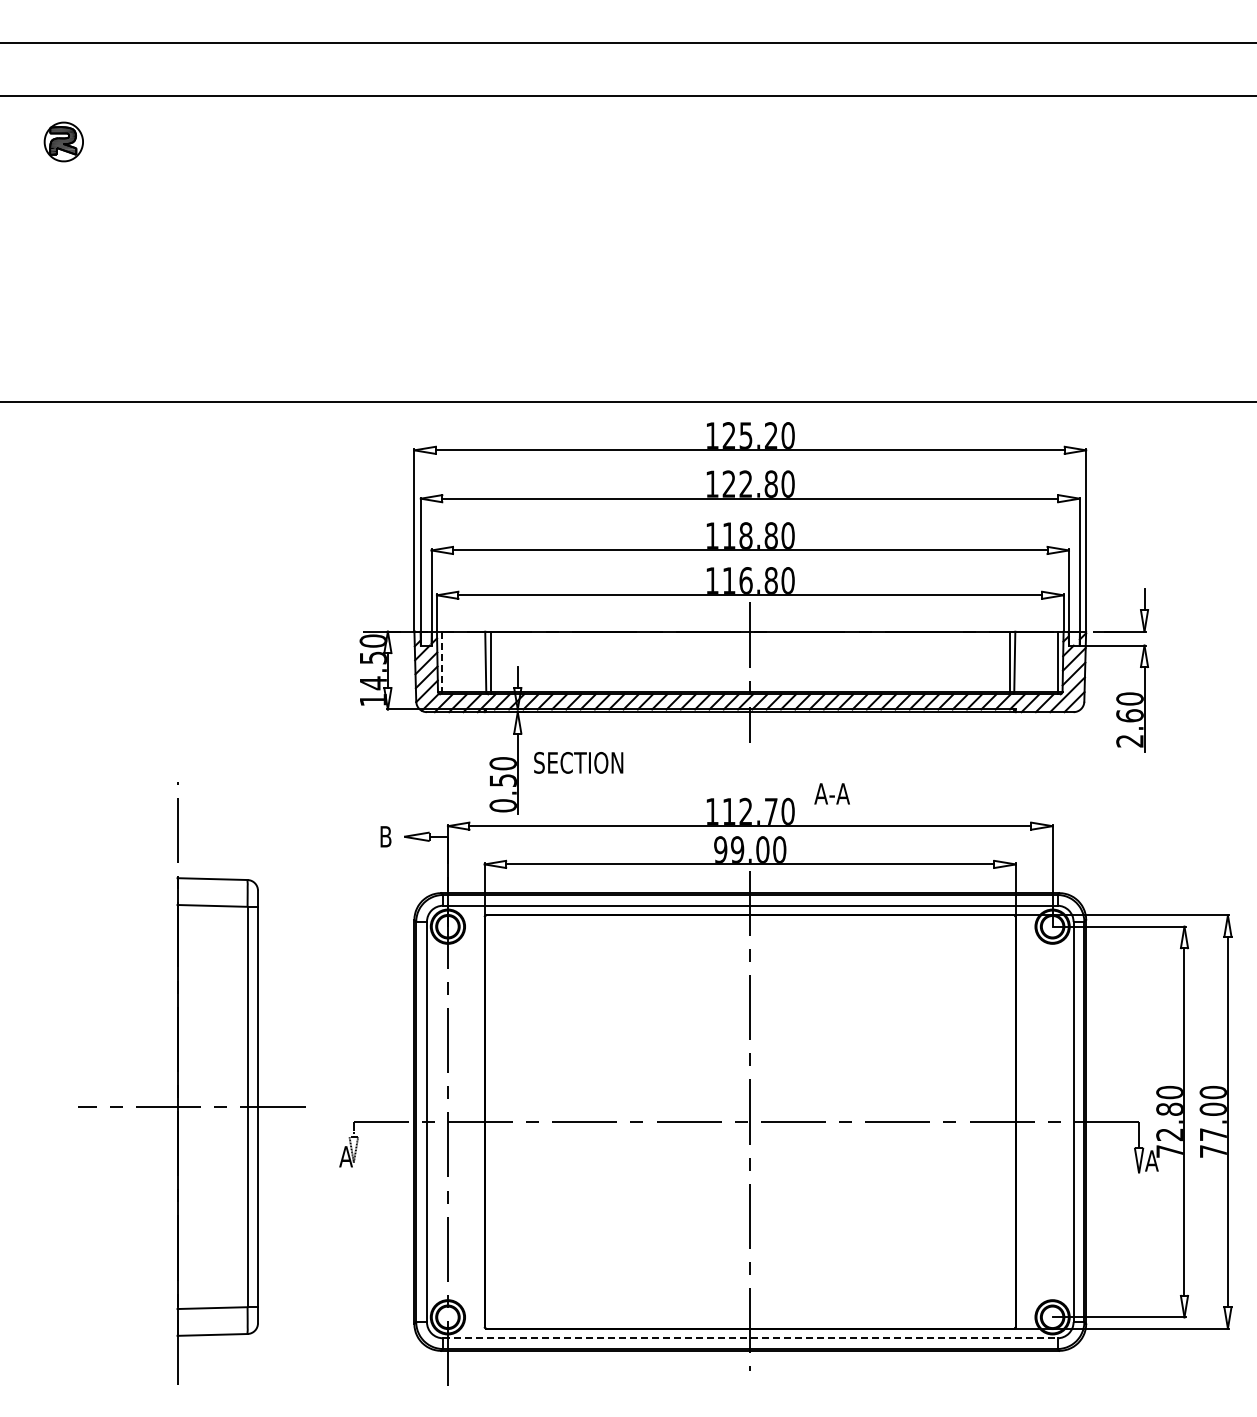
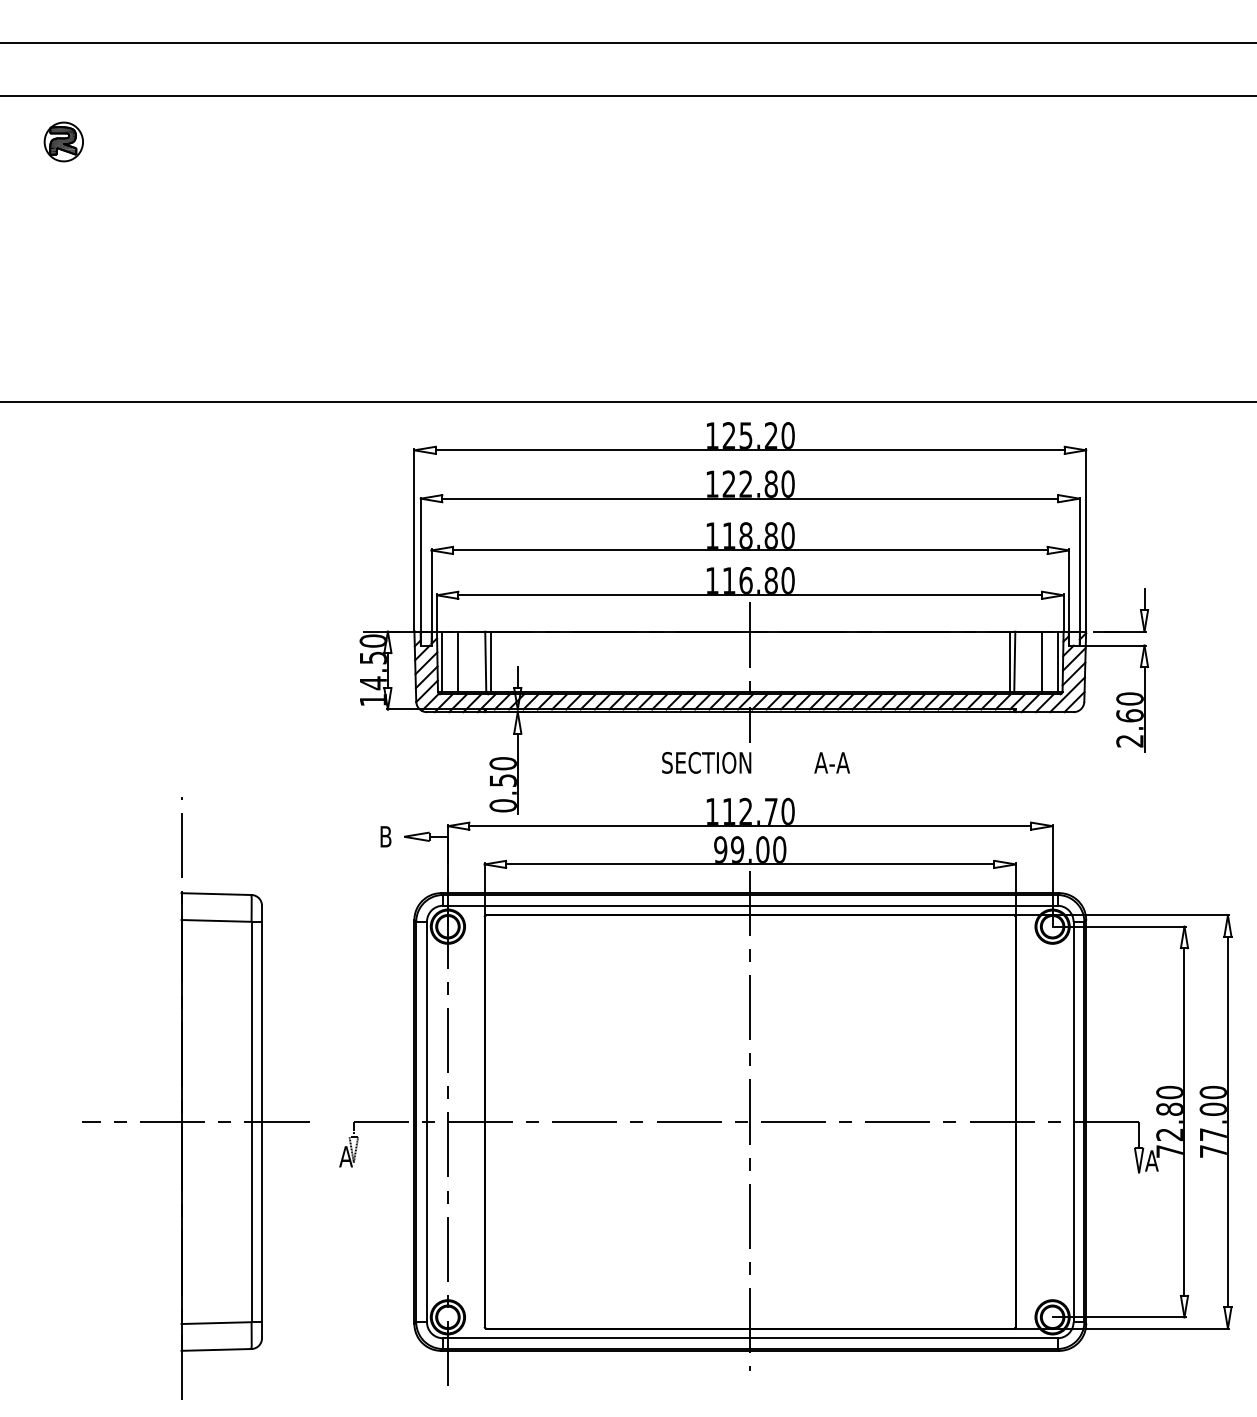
line at (442, 662): dashed -> solid
line at (458, 662): none -> present
line at (1042, 662): none -> present
text at (578, 762) position: (578, 762) -> (706, 762)
text at (831, 793) position: (831, 793) -> (831, 762)
part at (191, 1083) position: (191, 1083) -> (195, 1098)
line at (750, 1338): dashed -> solid
